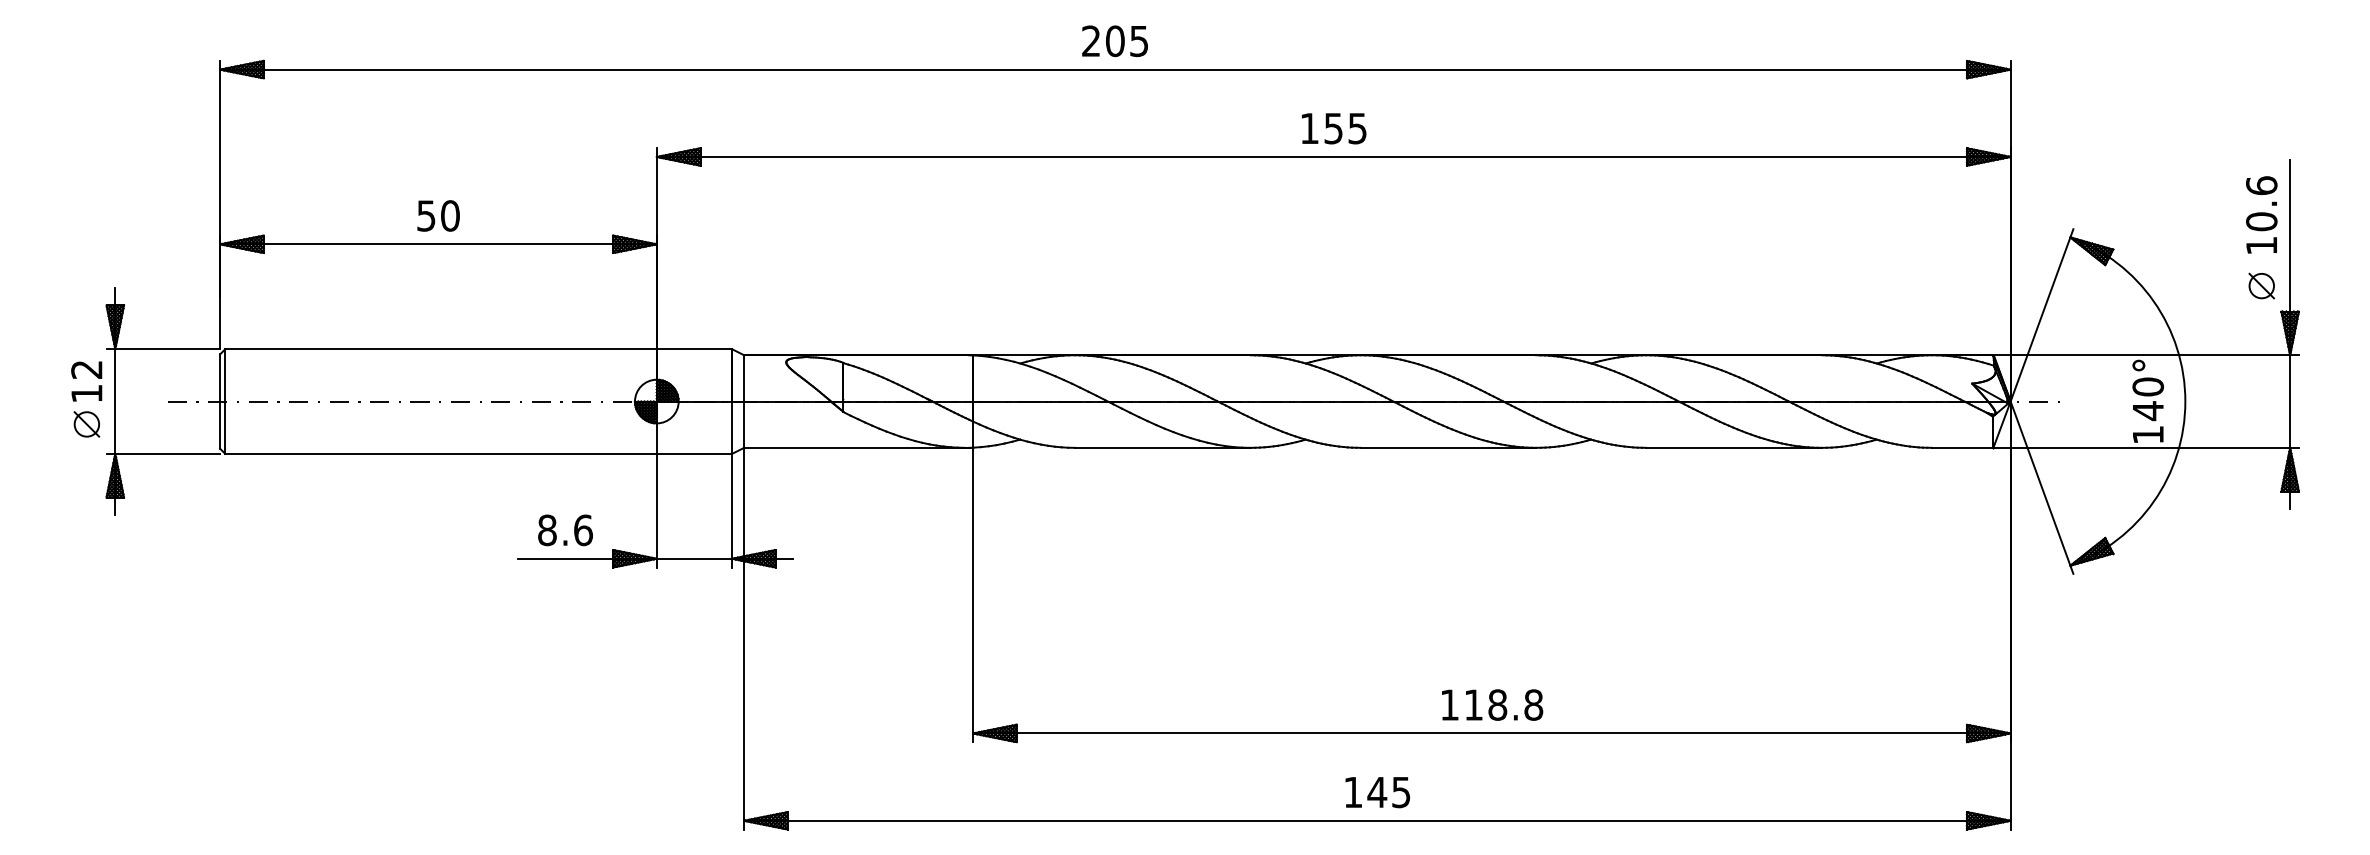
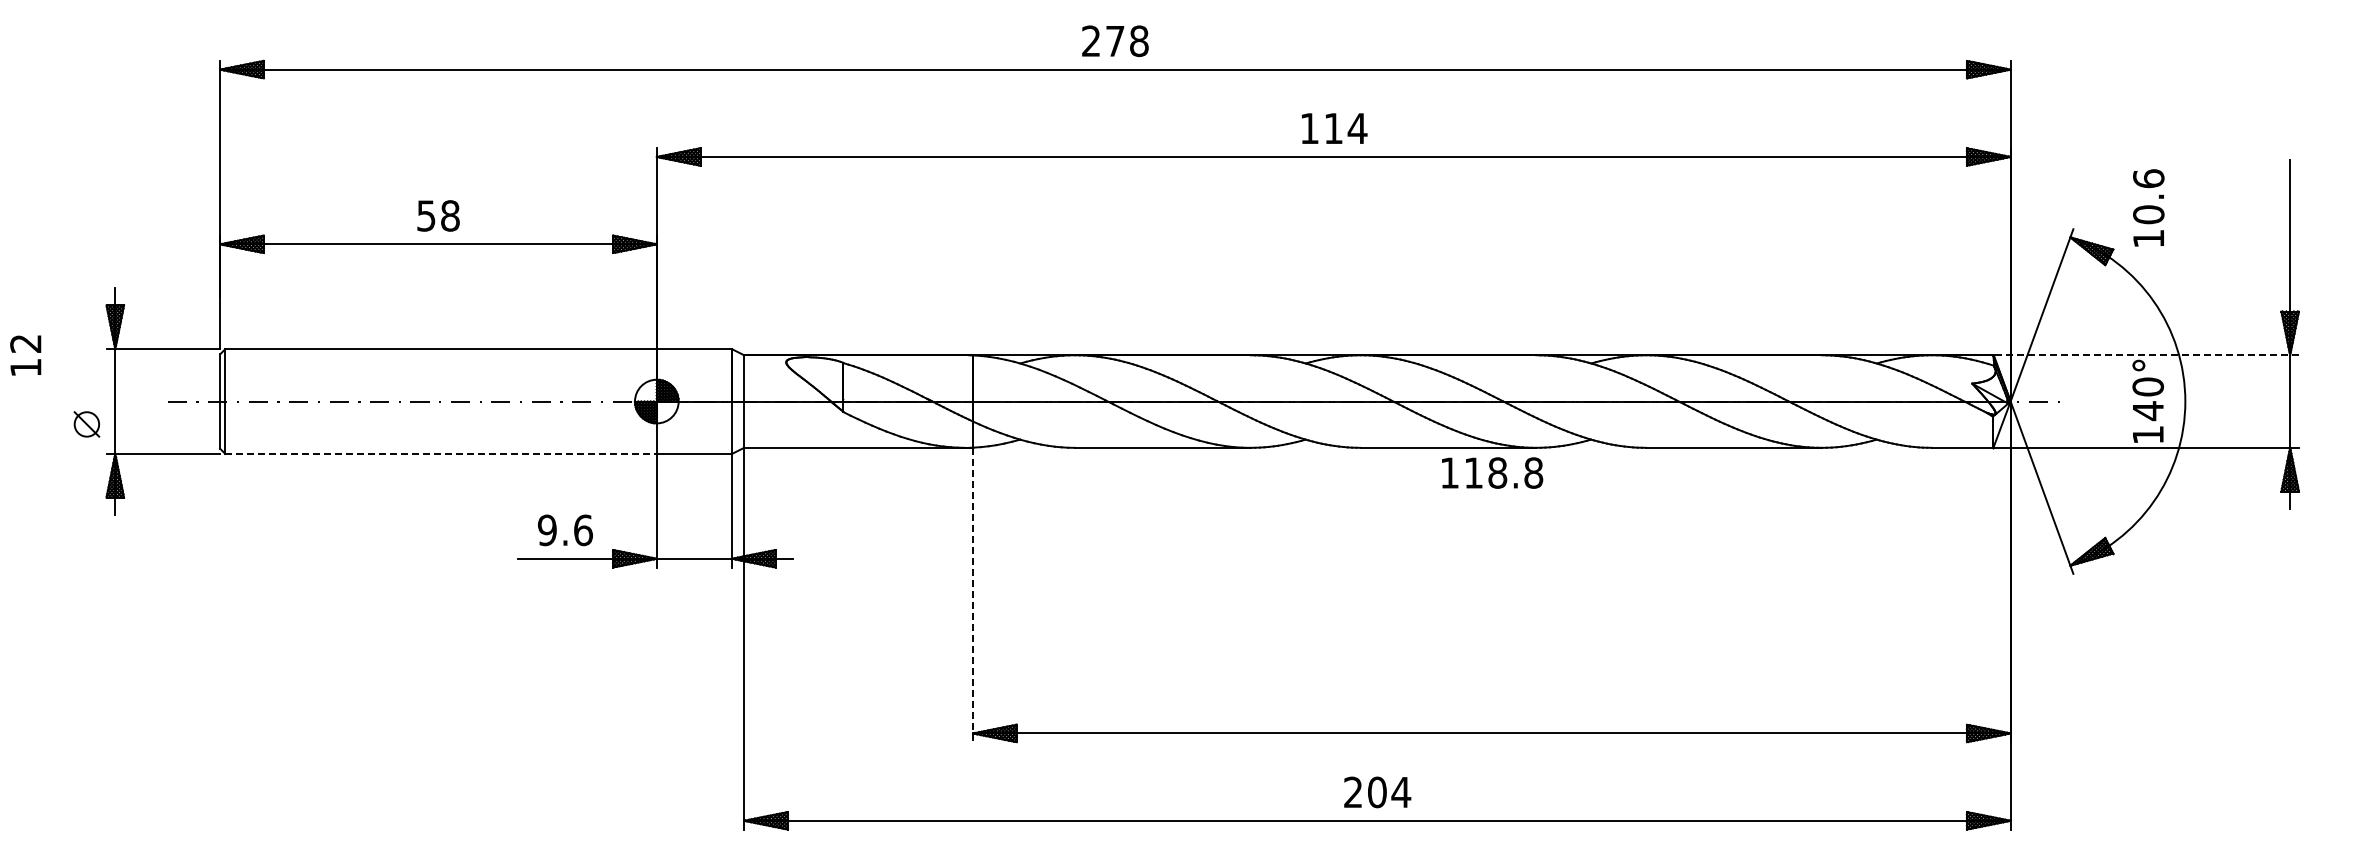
text at (1127, 41): 205 -> 278
text at (1345, 128): 155 -> 114
text at (2261, 214) position: (2261, 214) -> (2148, 207)
text at (450, 215): 50 -> 58
part at (2261, 285): present -> none
line at (2146, 355): solid -> dashed
text at (86, 381) position: (86, 381) -> (25, 355)
line at (441, 453): solid -> dashed
text at (547, 530): 8.6 -> 9.6
line at (973, 595): solid -> dashed
text at (1492, 704) position: (1492, 704) -> (1492, 472)
text at (1377, 792): 145 -> 204
